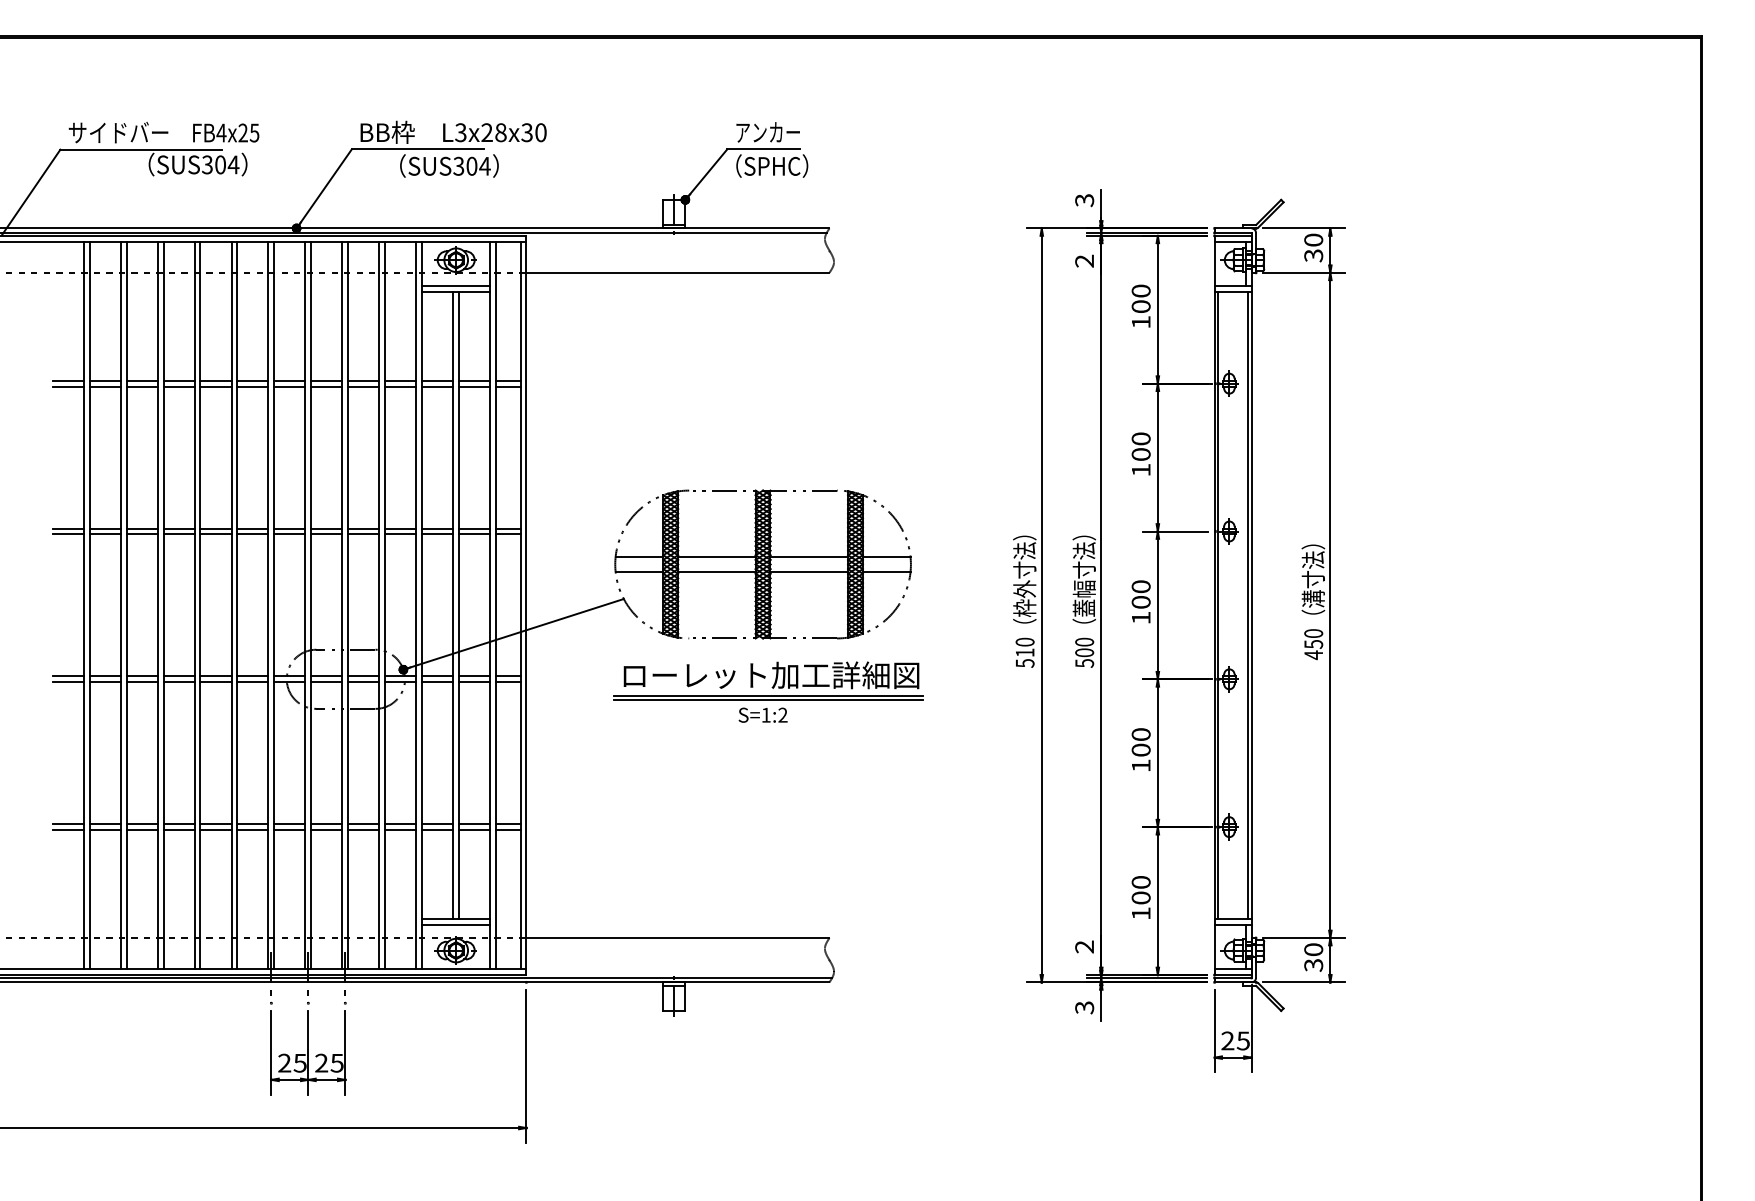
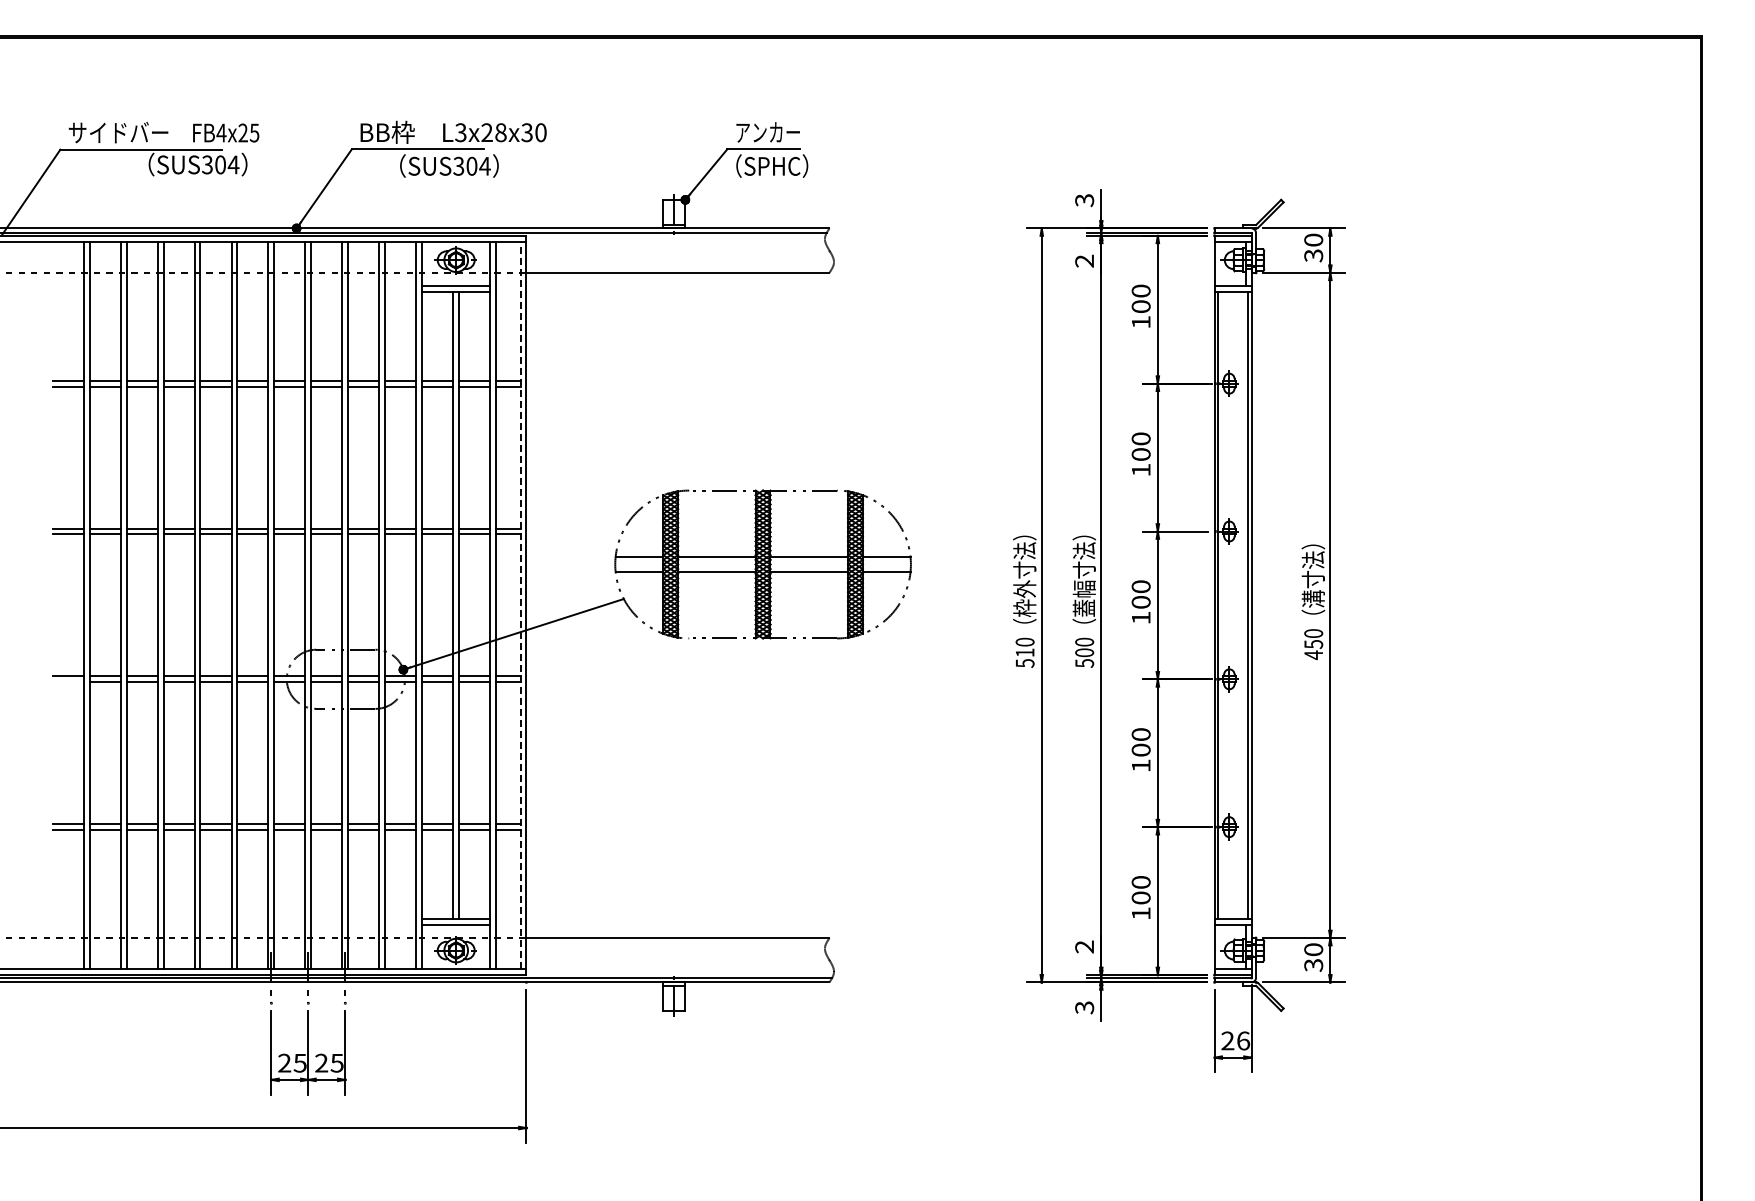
line at (520, 605): solid -> dashed
line at (67, 682): present -> none
part at (768, 691): present -> none
text at (1243, 1040): 25 -> 26
